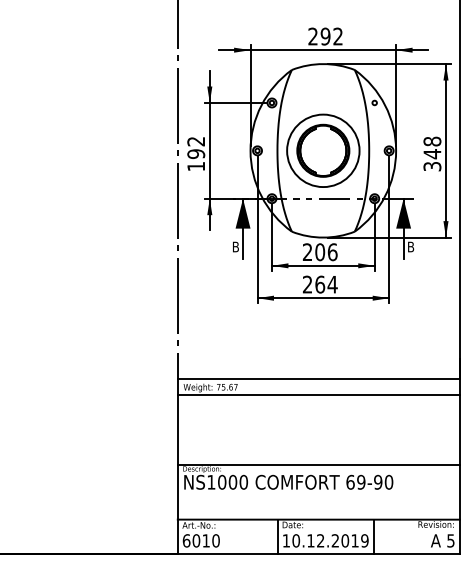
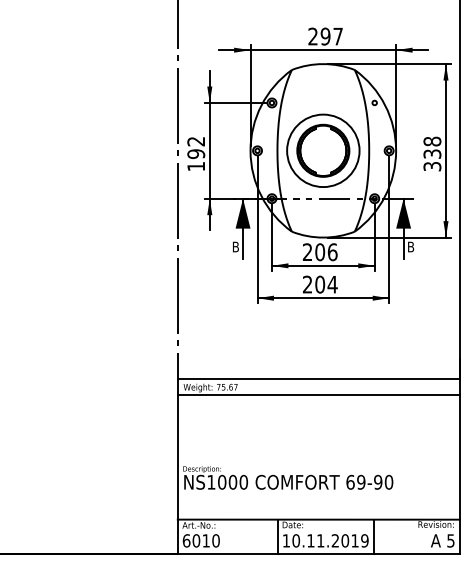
text at (337, 36): 292 -> 297
text at (432, 154): 348 -> 338
text at (320, 284): 264 -> 204
line at (318, 465): present -> none
text at (320, 540): 10.12.2019 -> 10.11.2019
